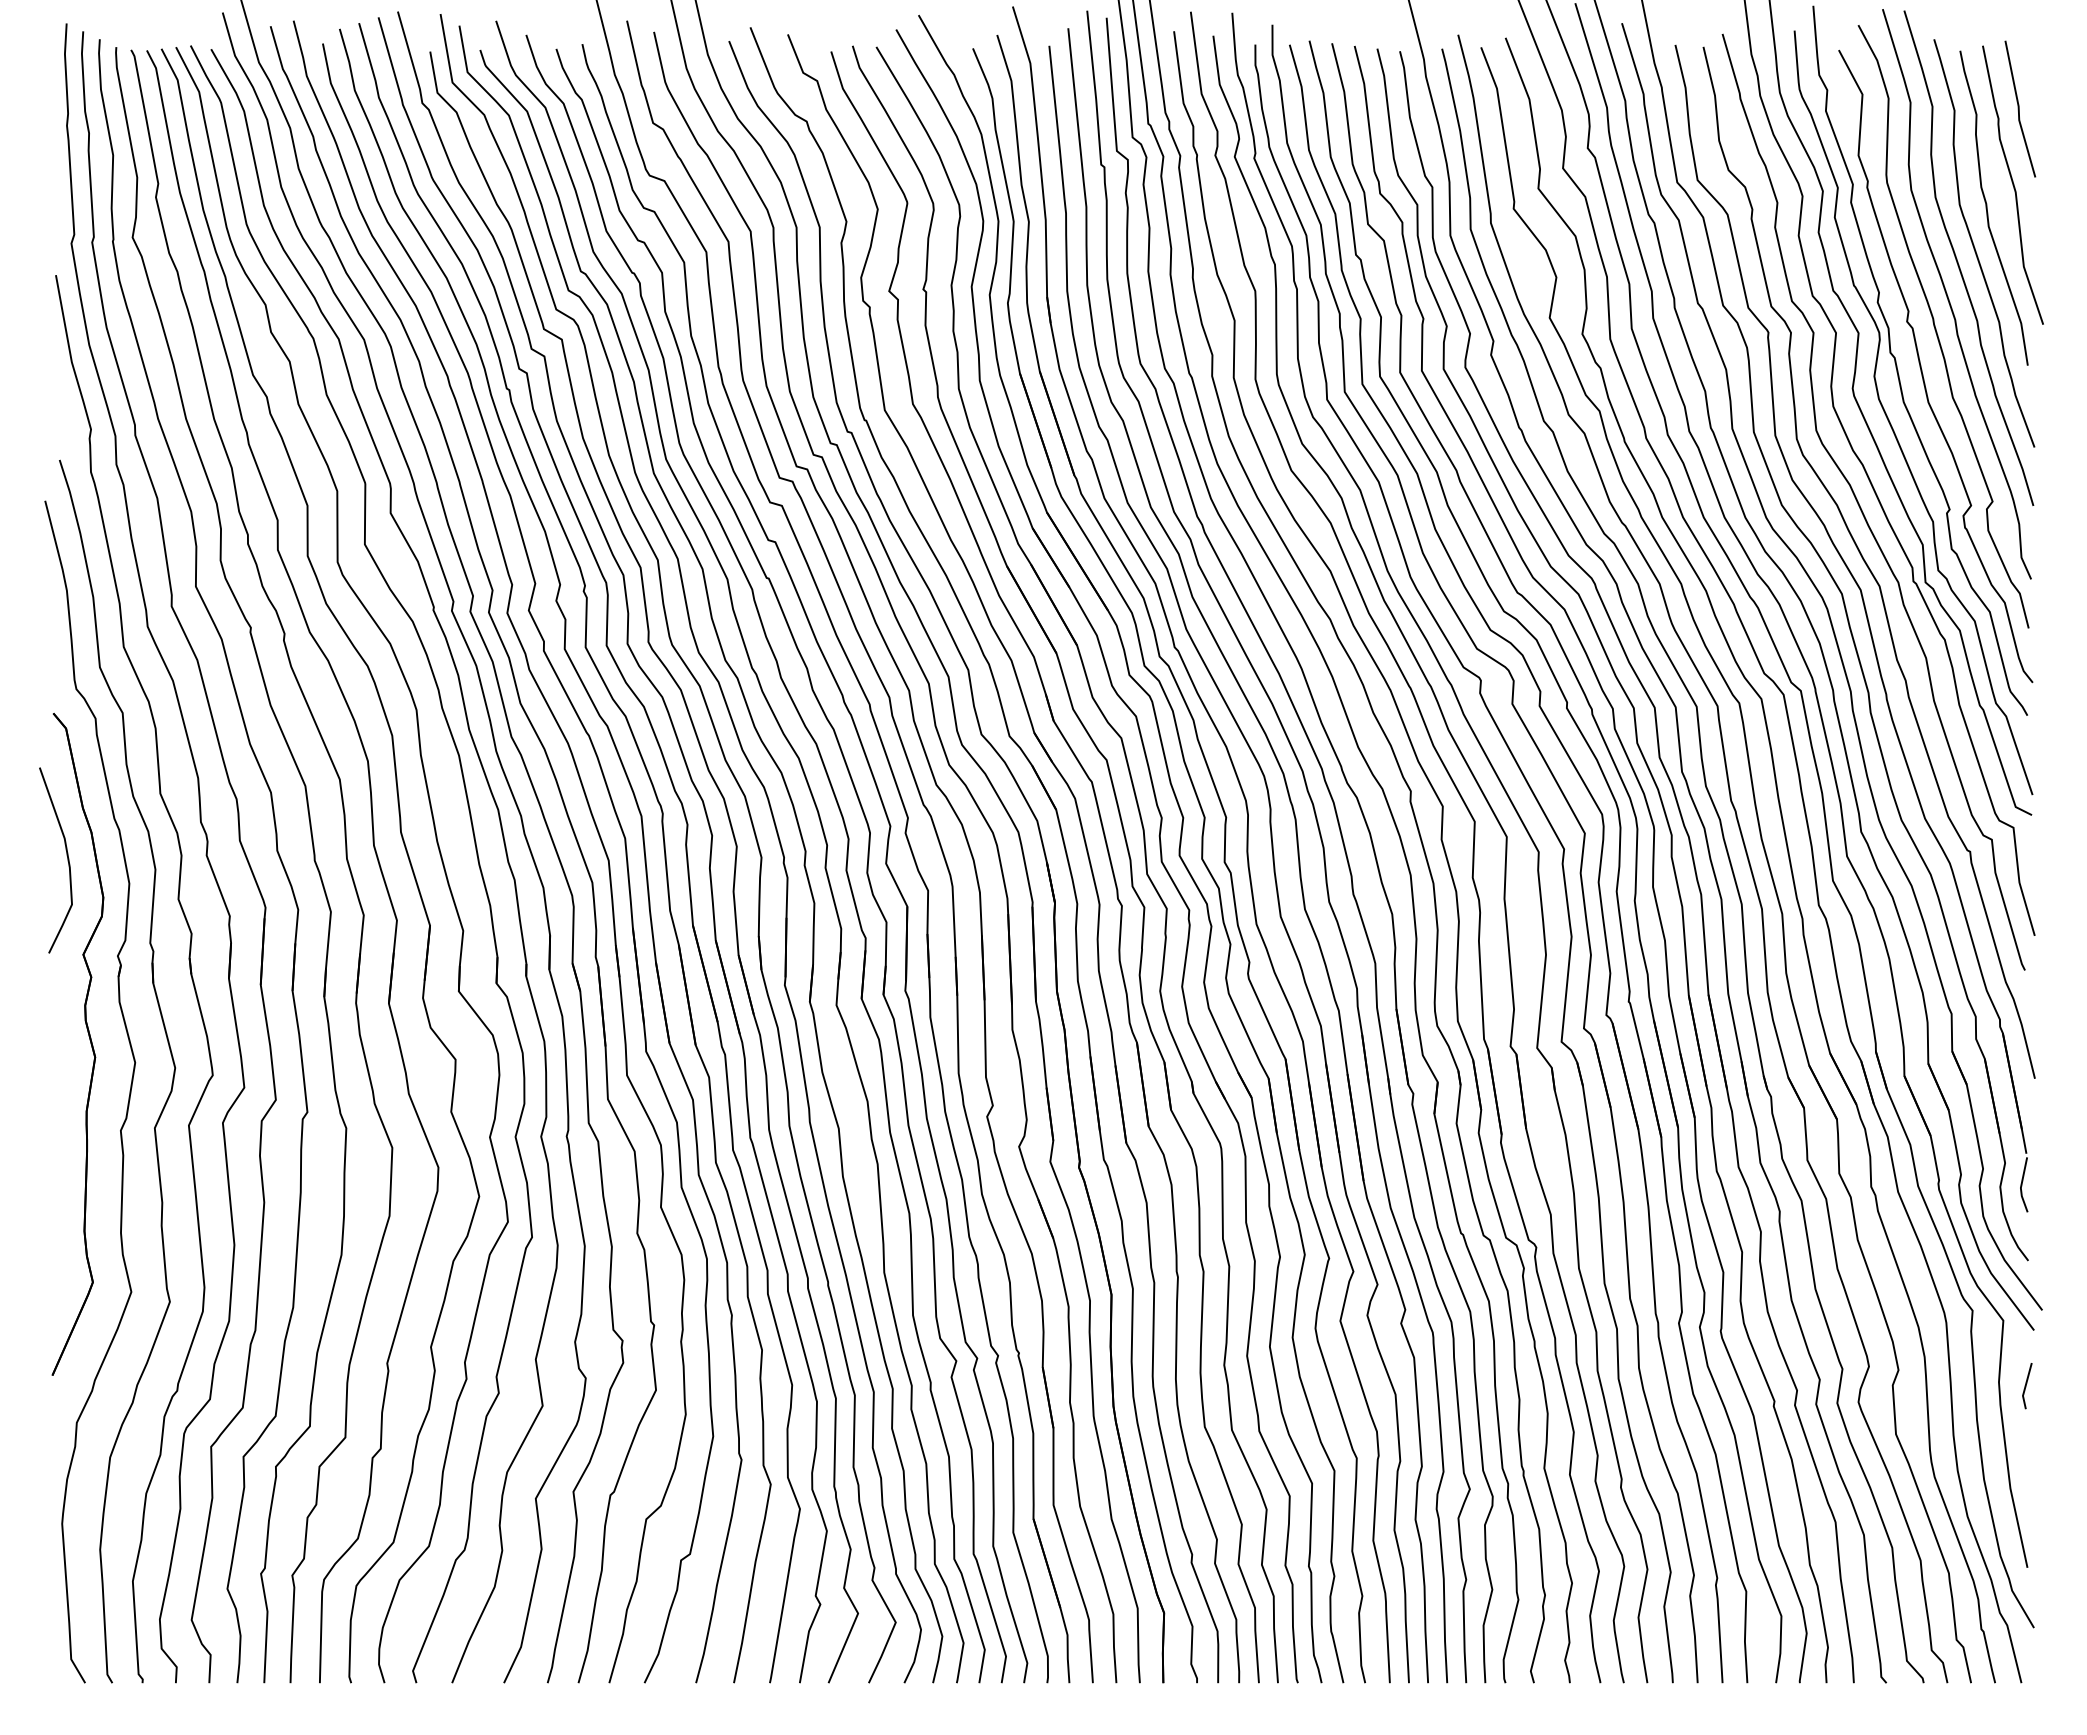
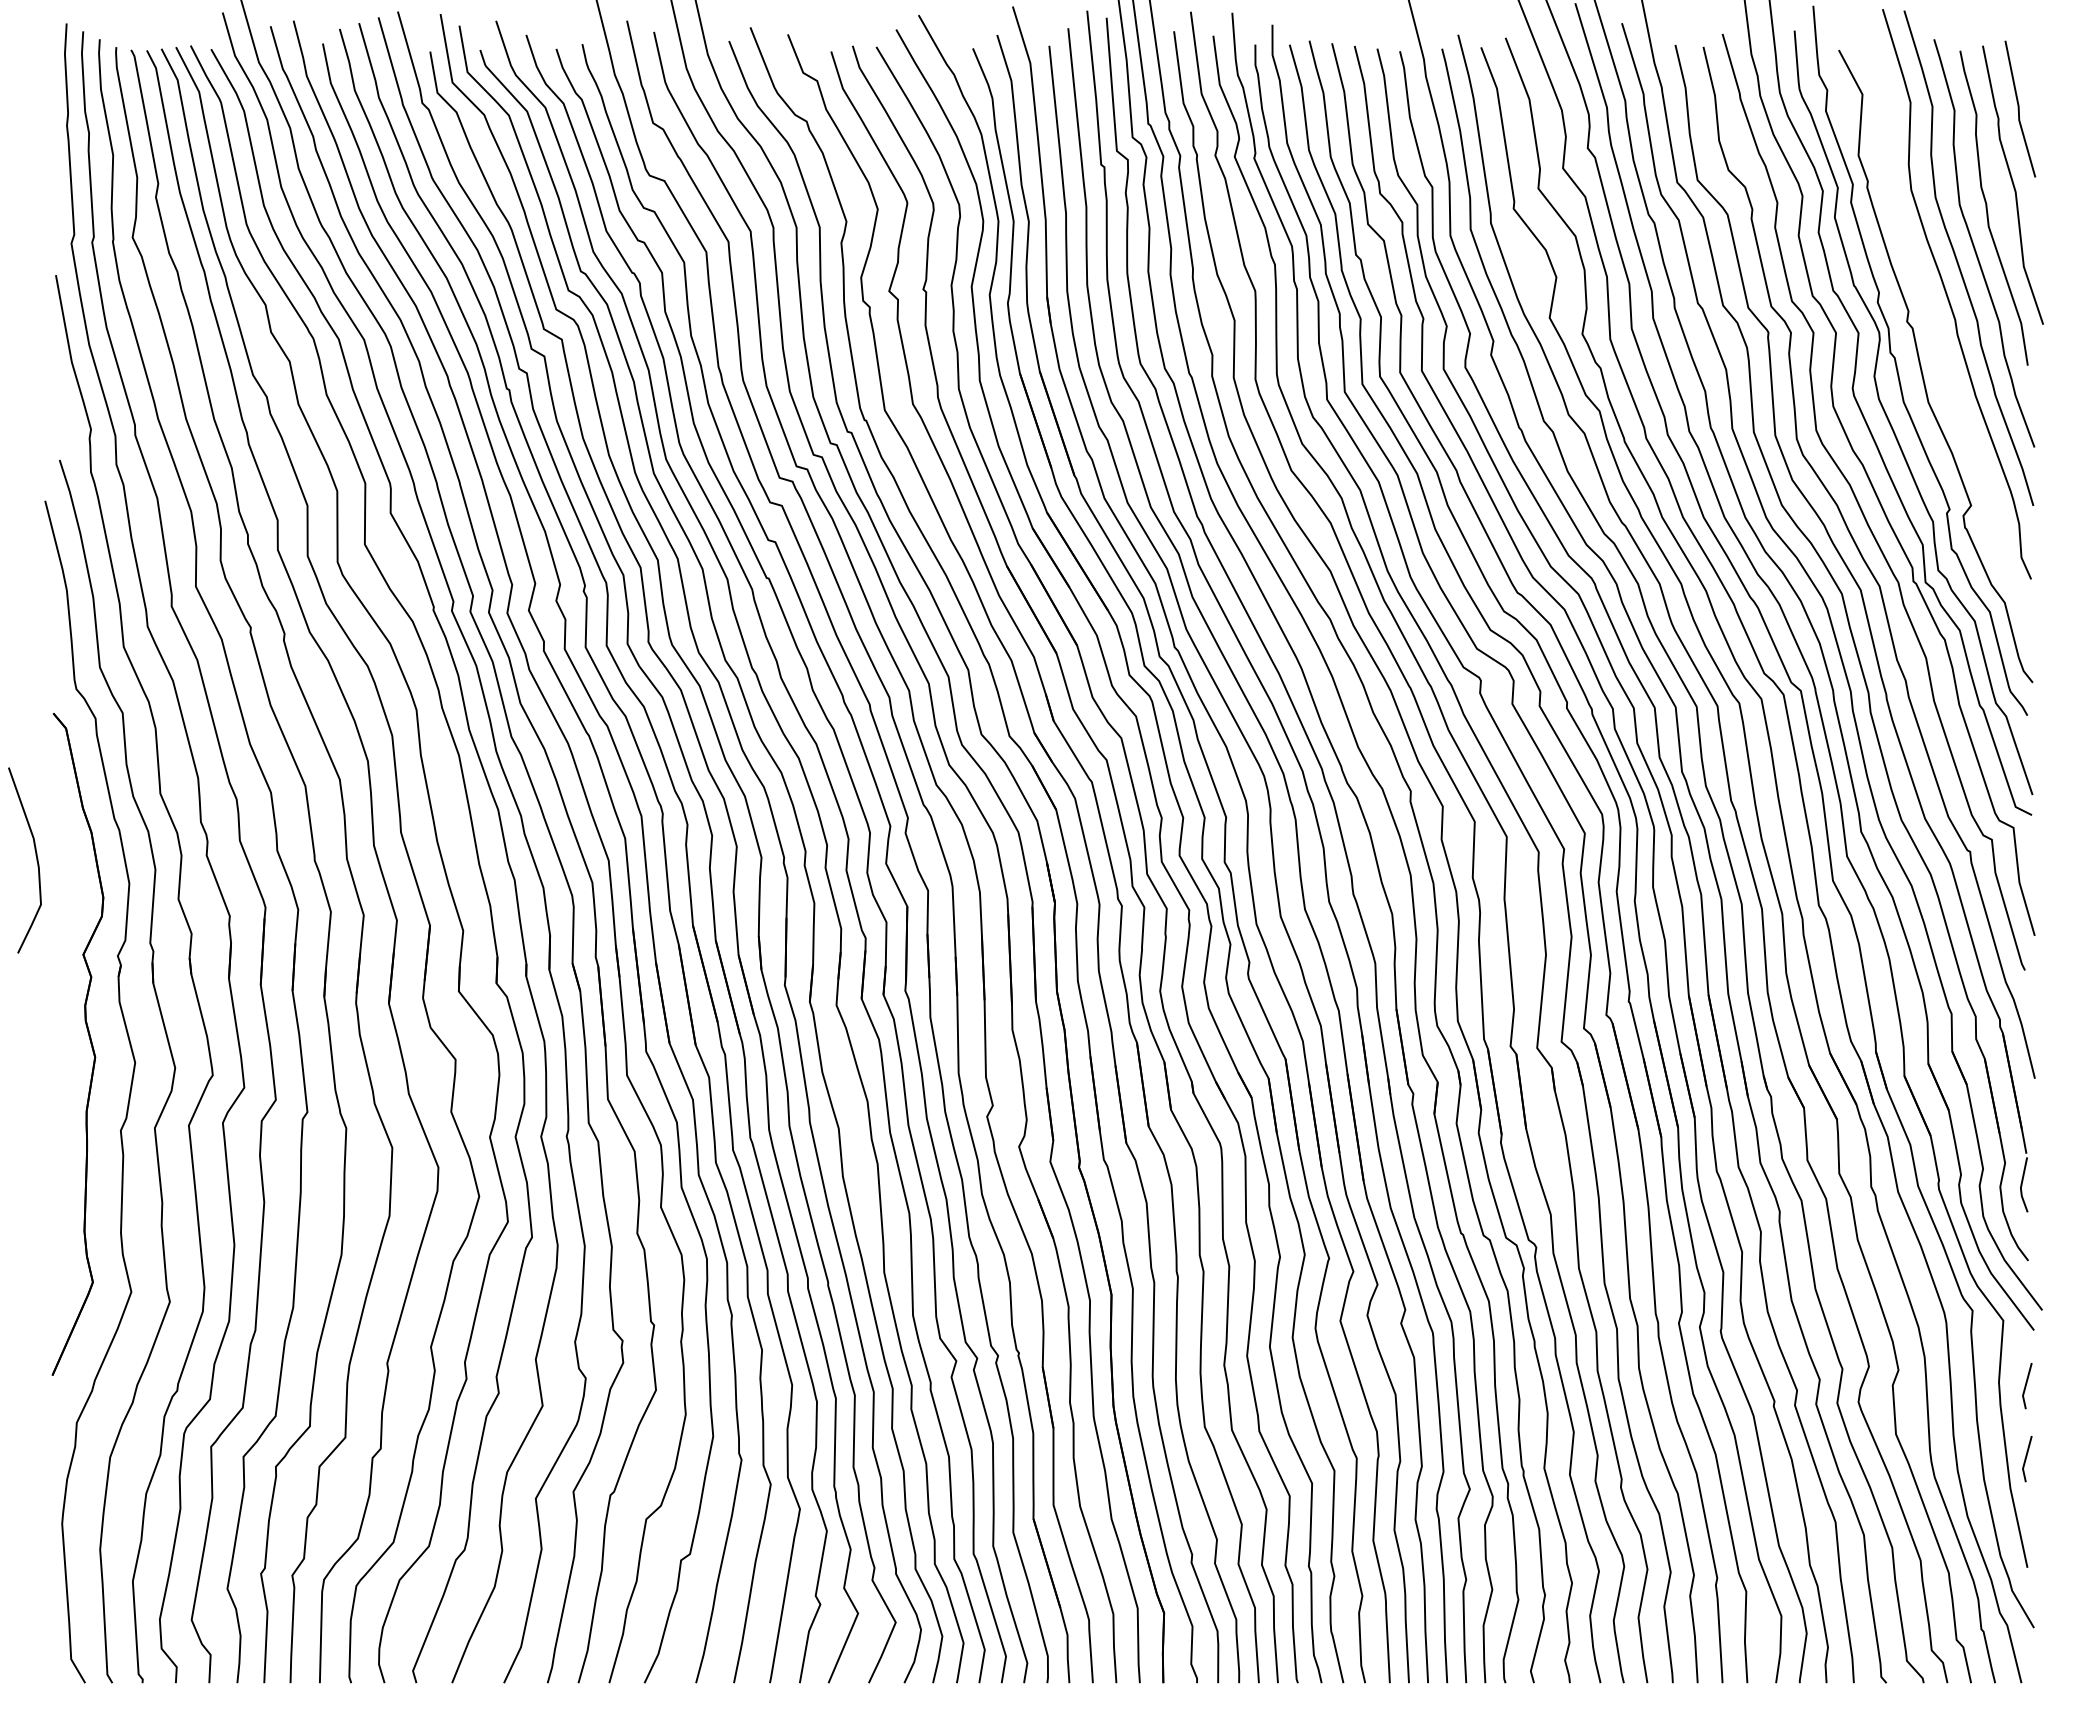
curve at (1936, 328): present -> none
curve at (67, 860) position: (67, 860) -> (36, 860)
line at (2026, 1459): none -> present
